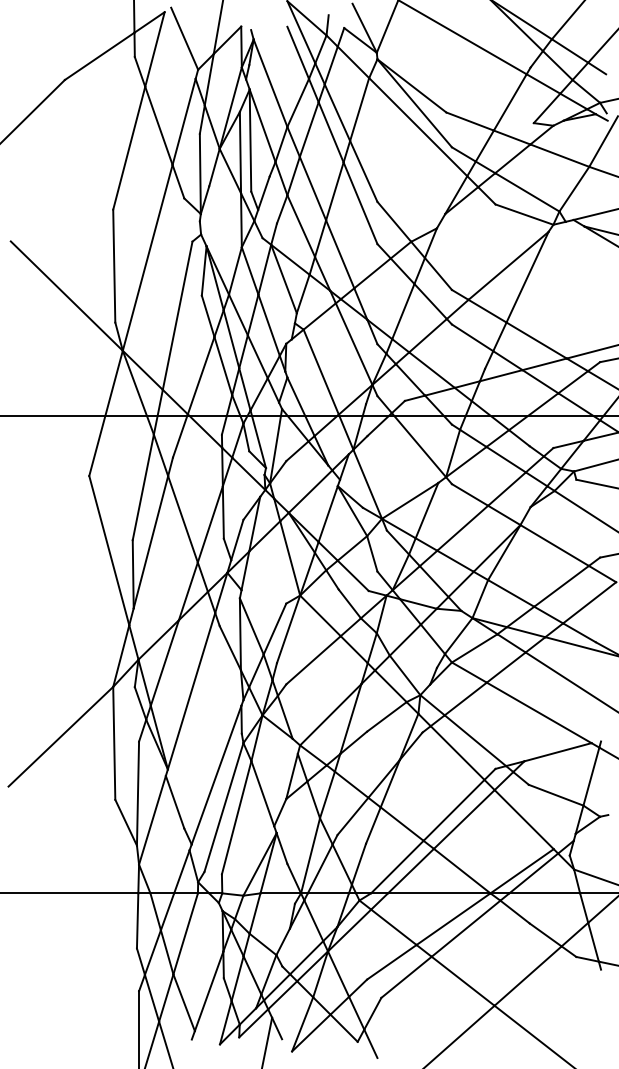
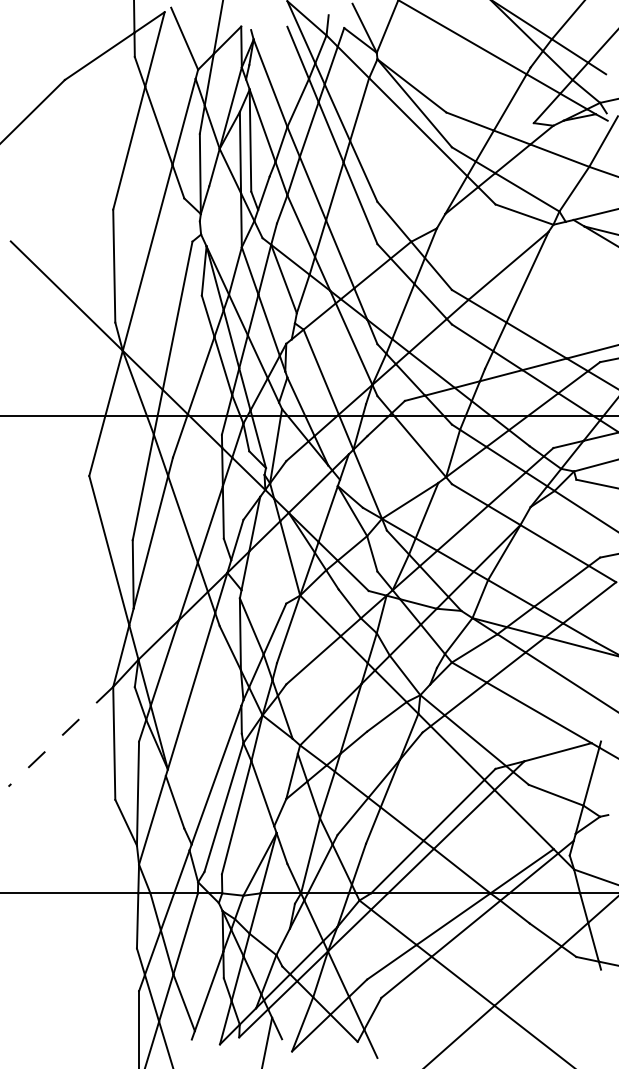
line at (60, 737): solid -> dashed
